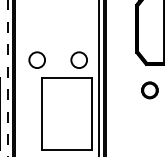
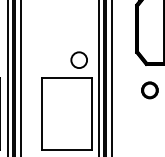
circle at (36, 59): present -> none
line at (20, 77): none -> present
line at (111, 77): none -> present
line at (7, 78): dashed -> solid
